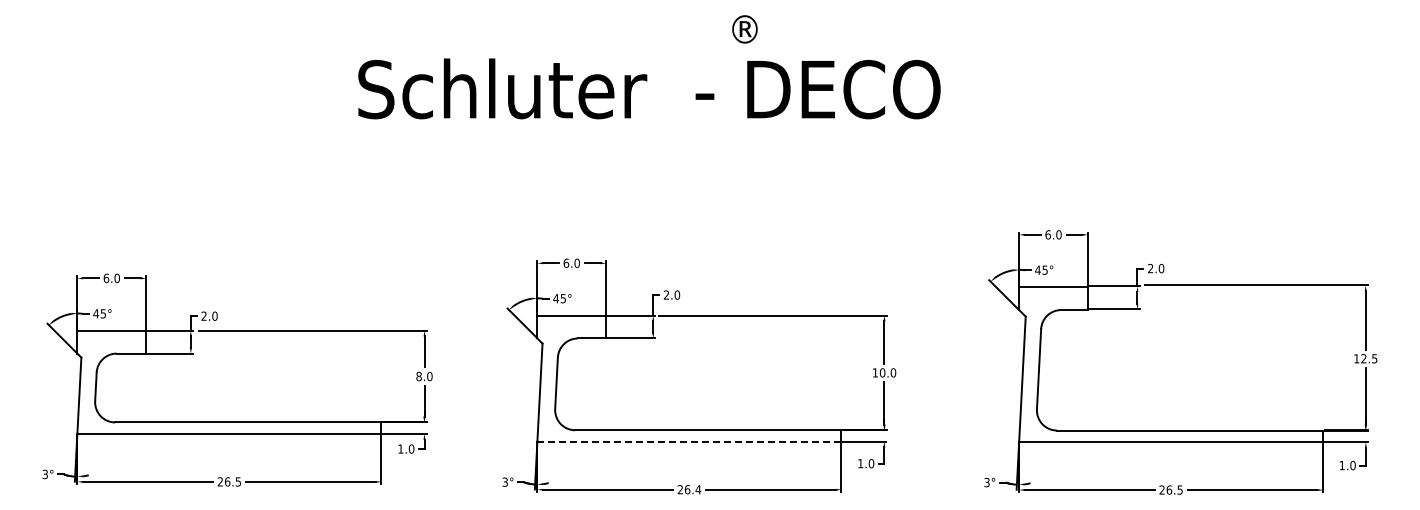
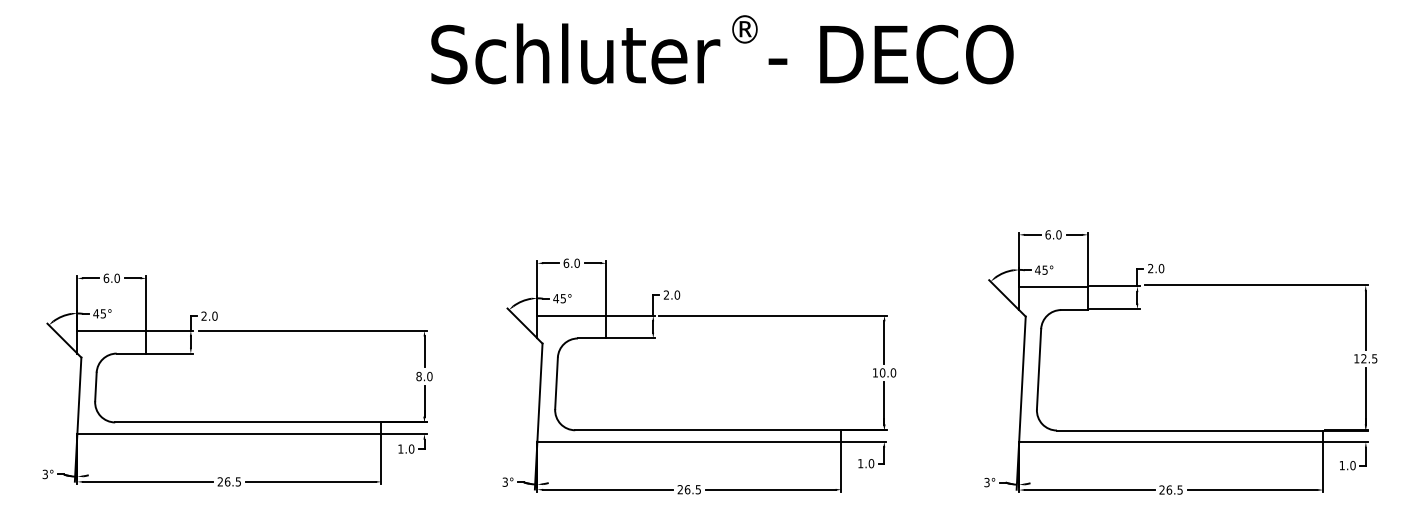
text at (649, 88) position: (649, 88) -> (722, 53)
line at (689, 441): dashed -> solid
text at (698, 489): 26.4 -> 26.5
